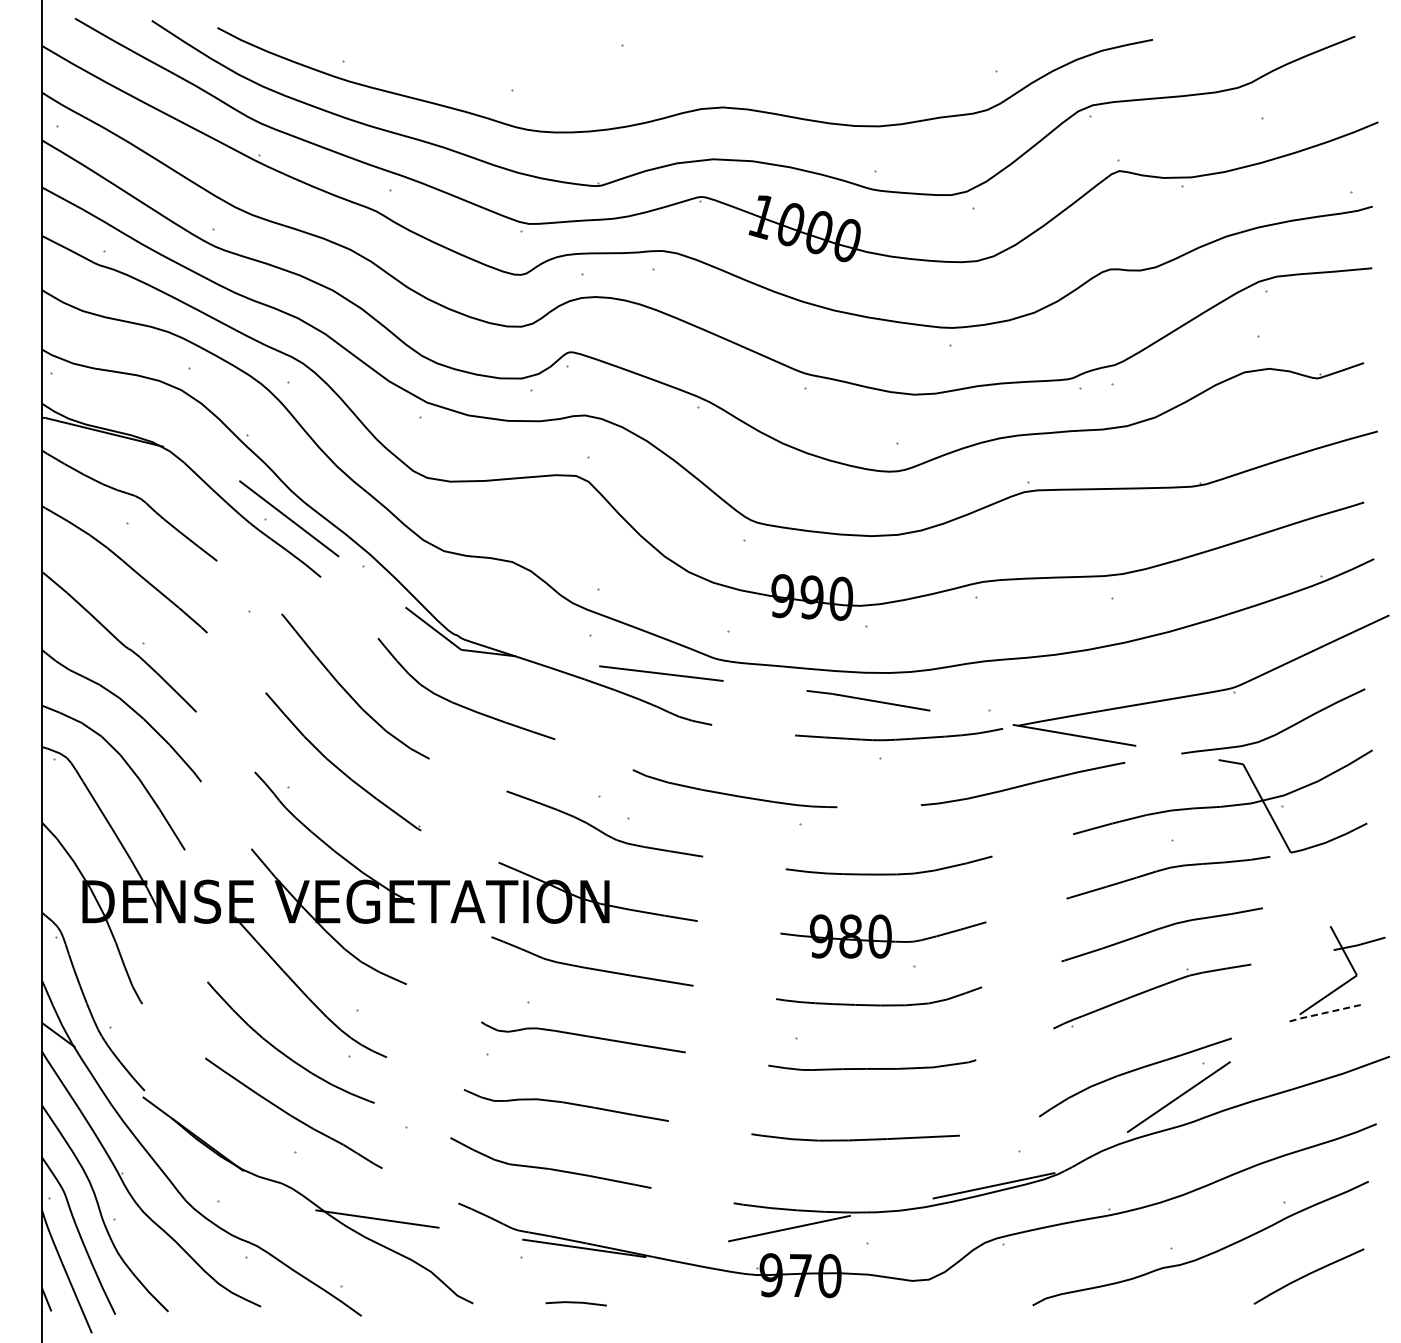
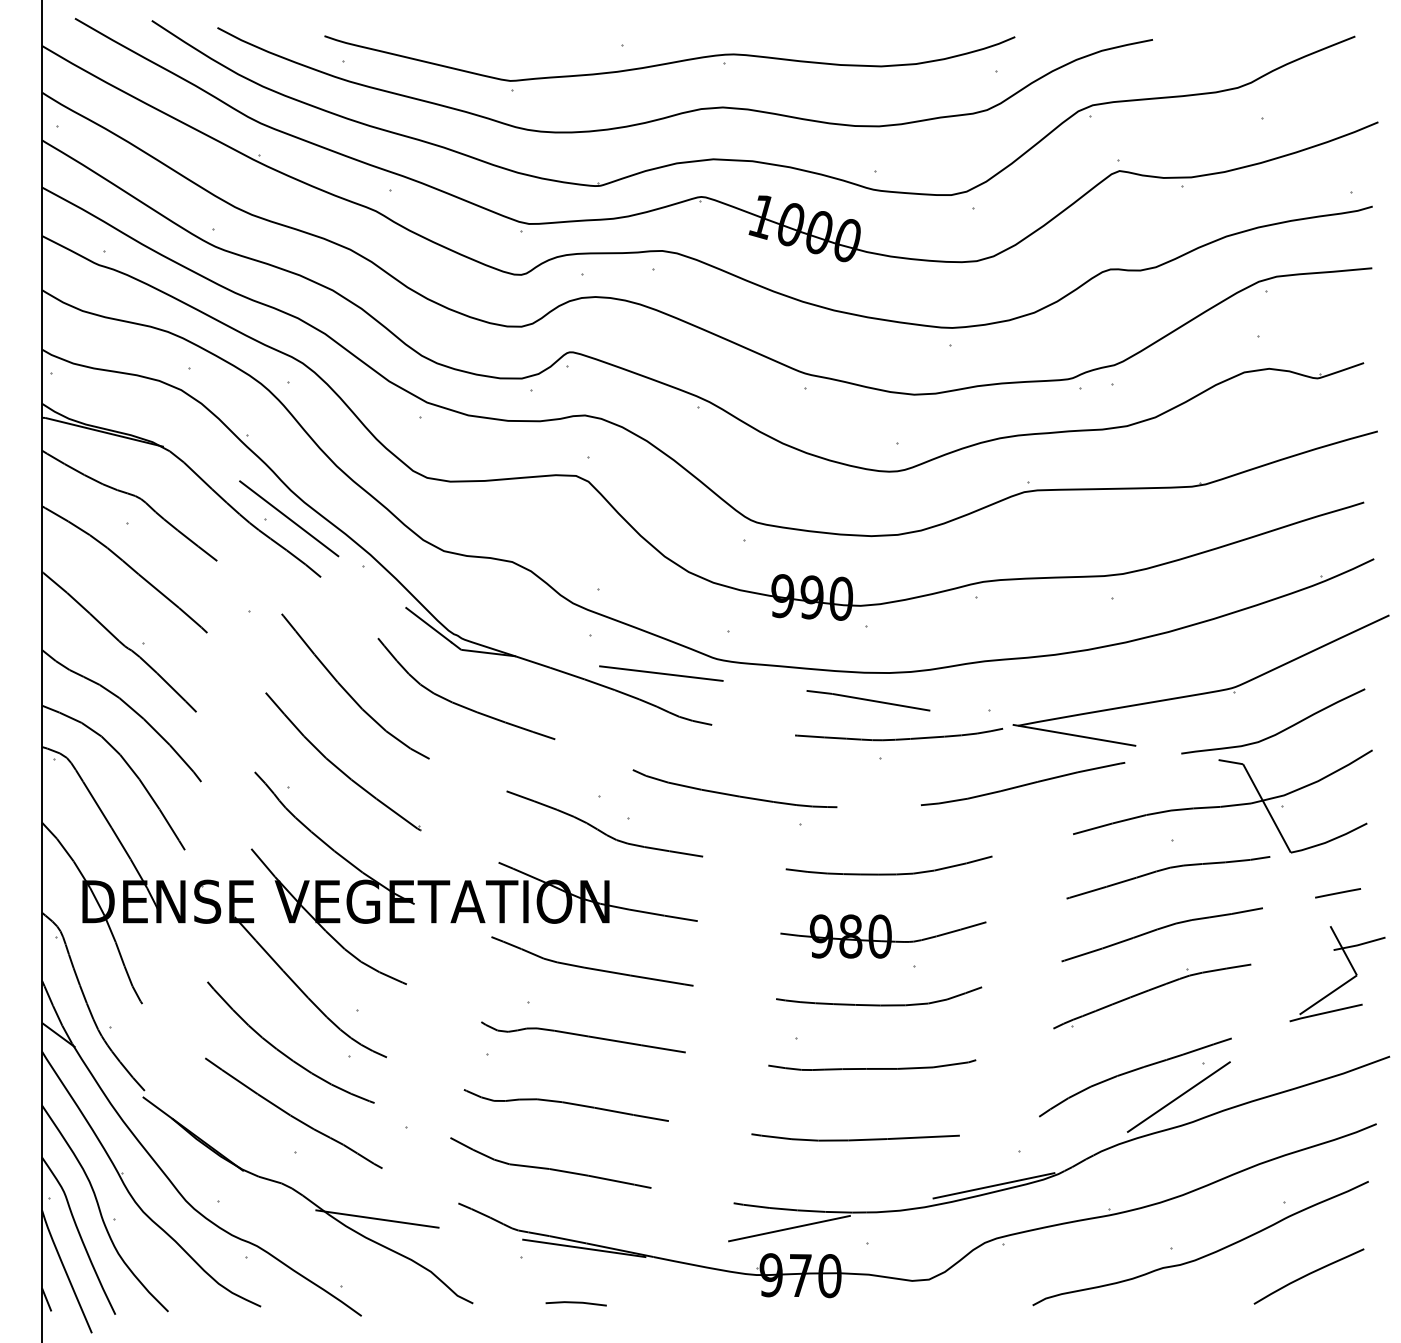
part at (669, 58): none -> present
line at (1338, 893): none -> present
line at (1326, 1012): dashed -> solid
